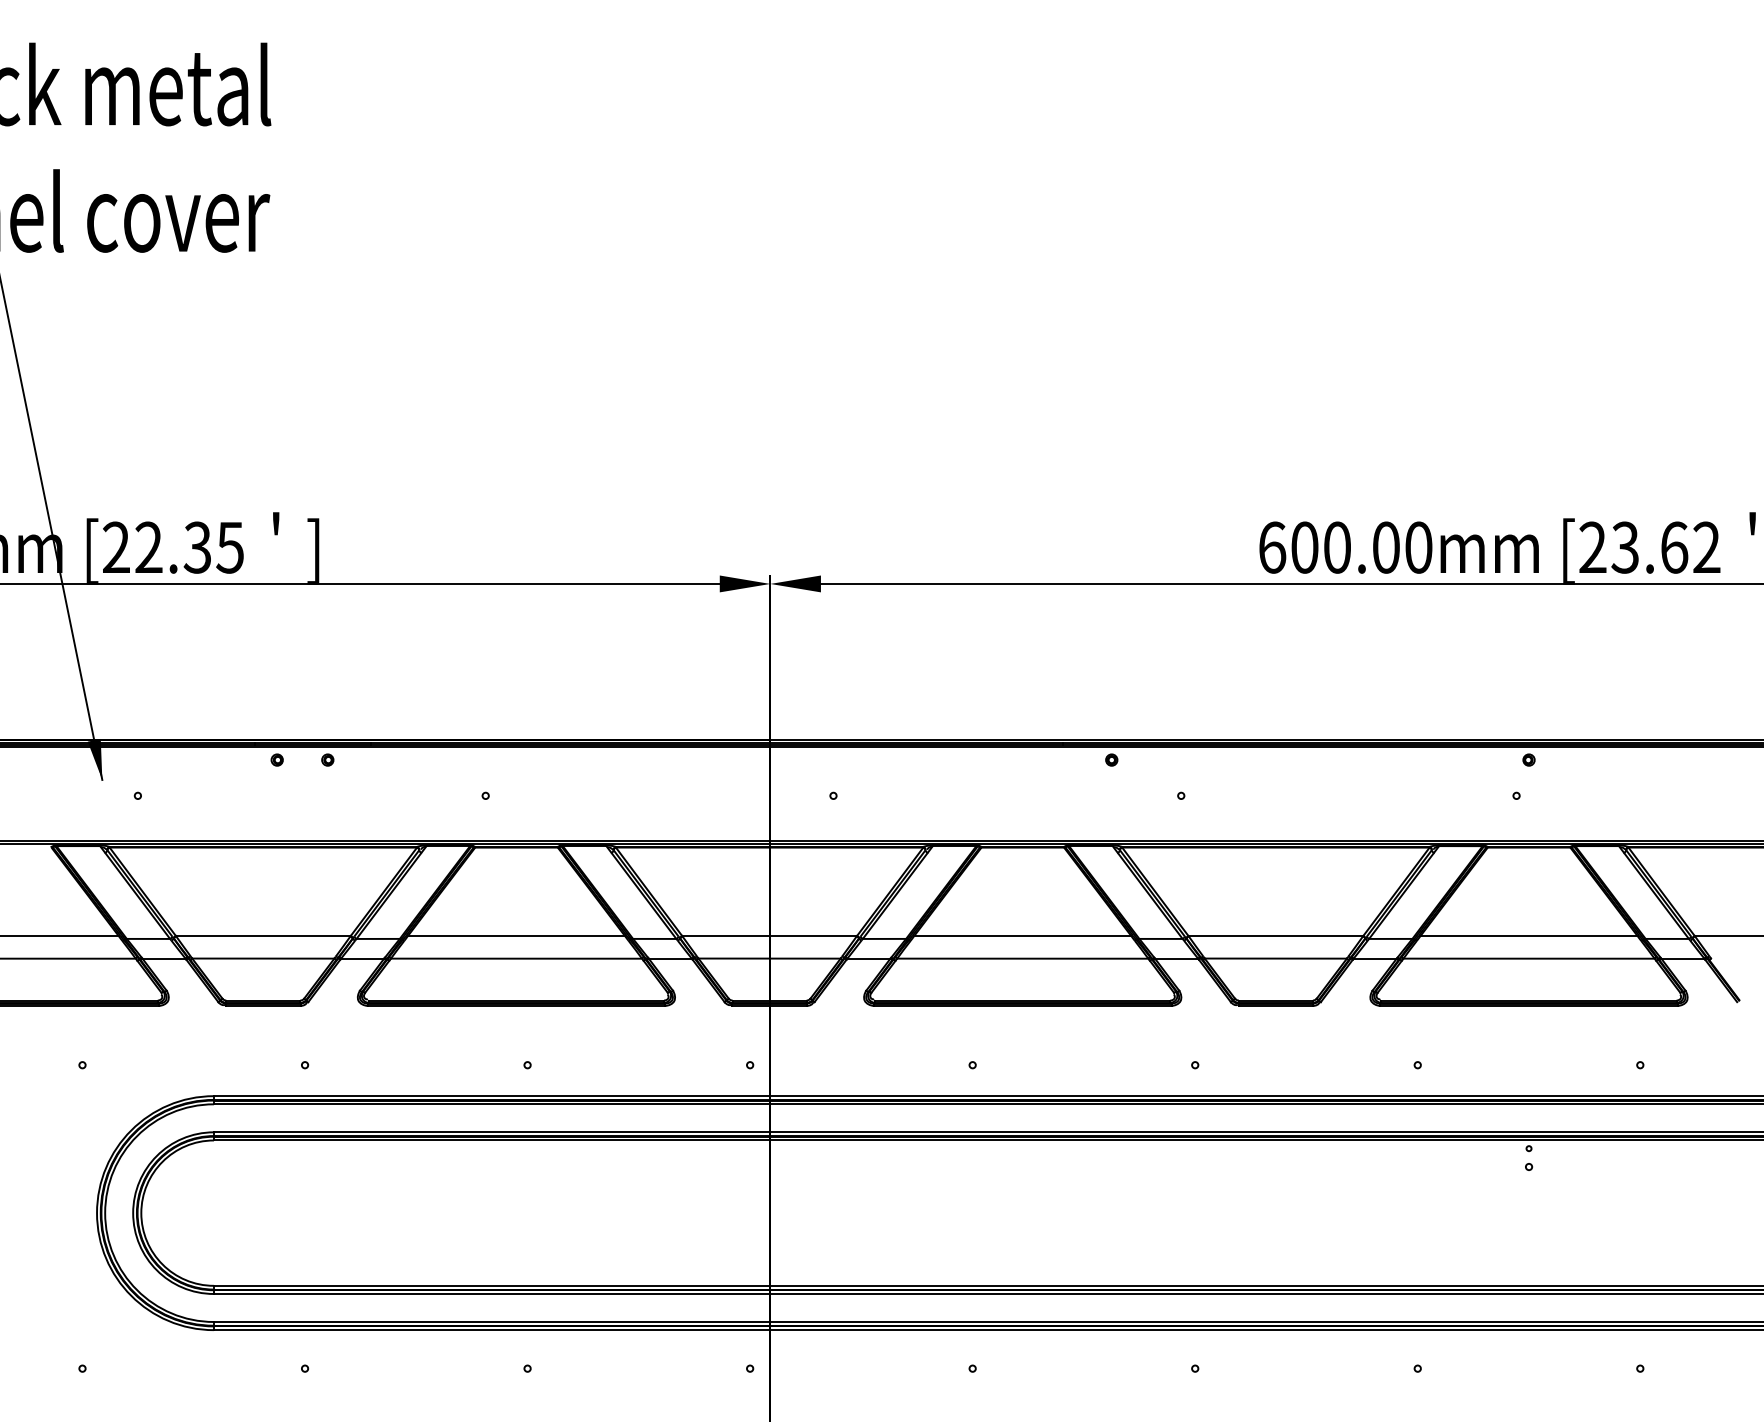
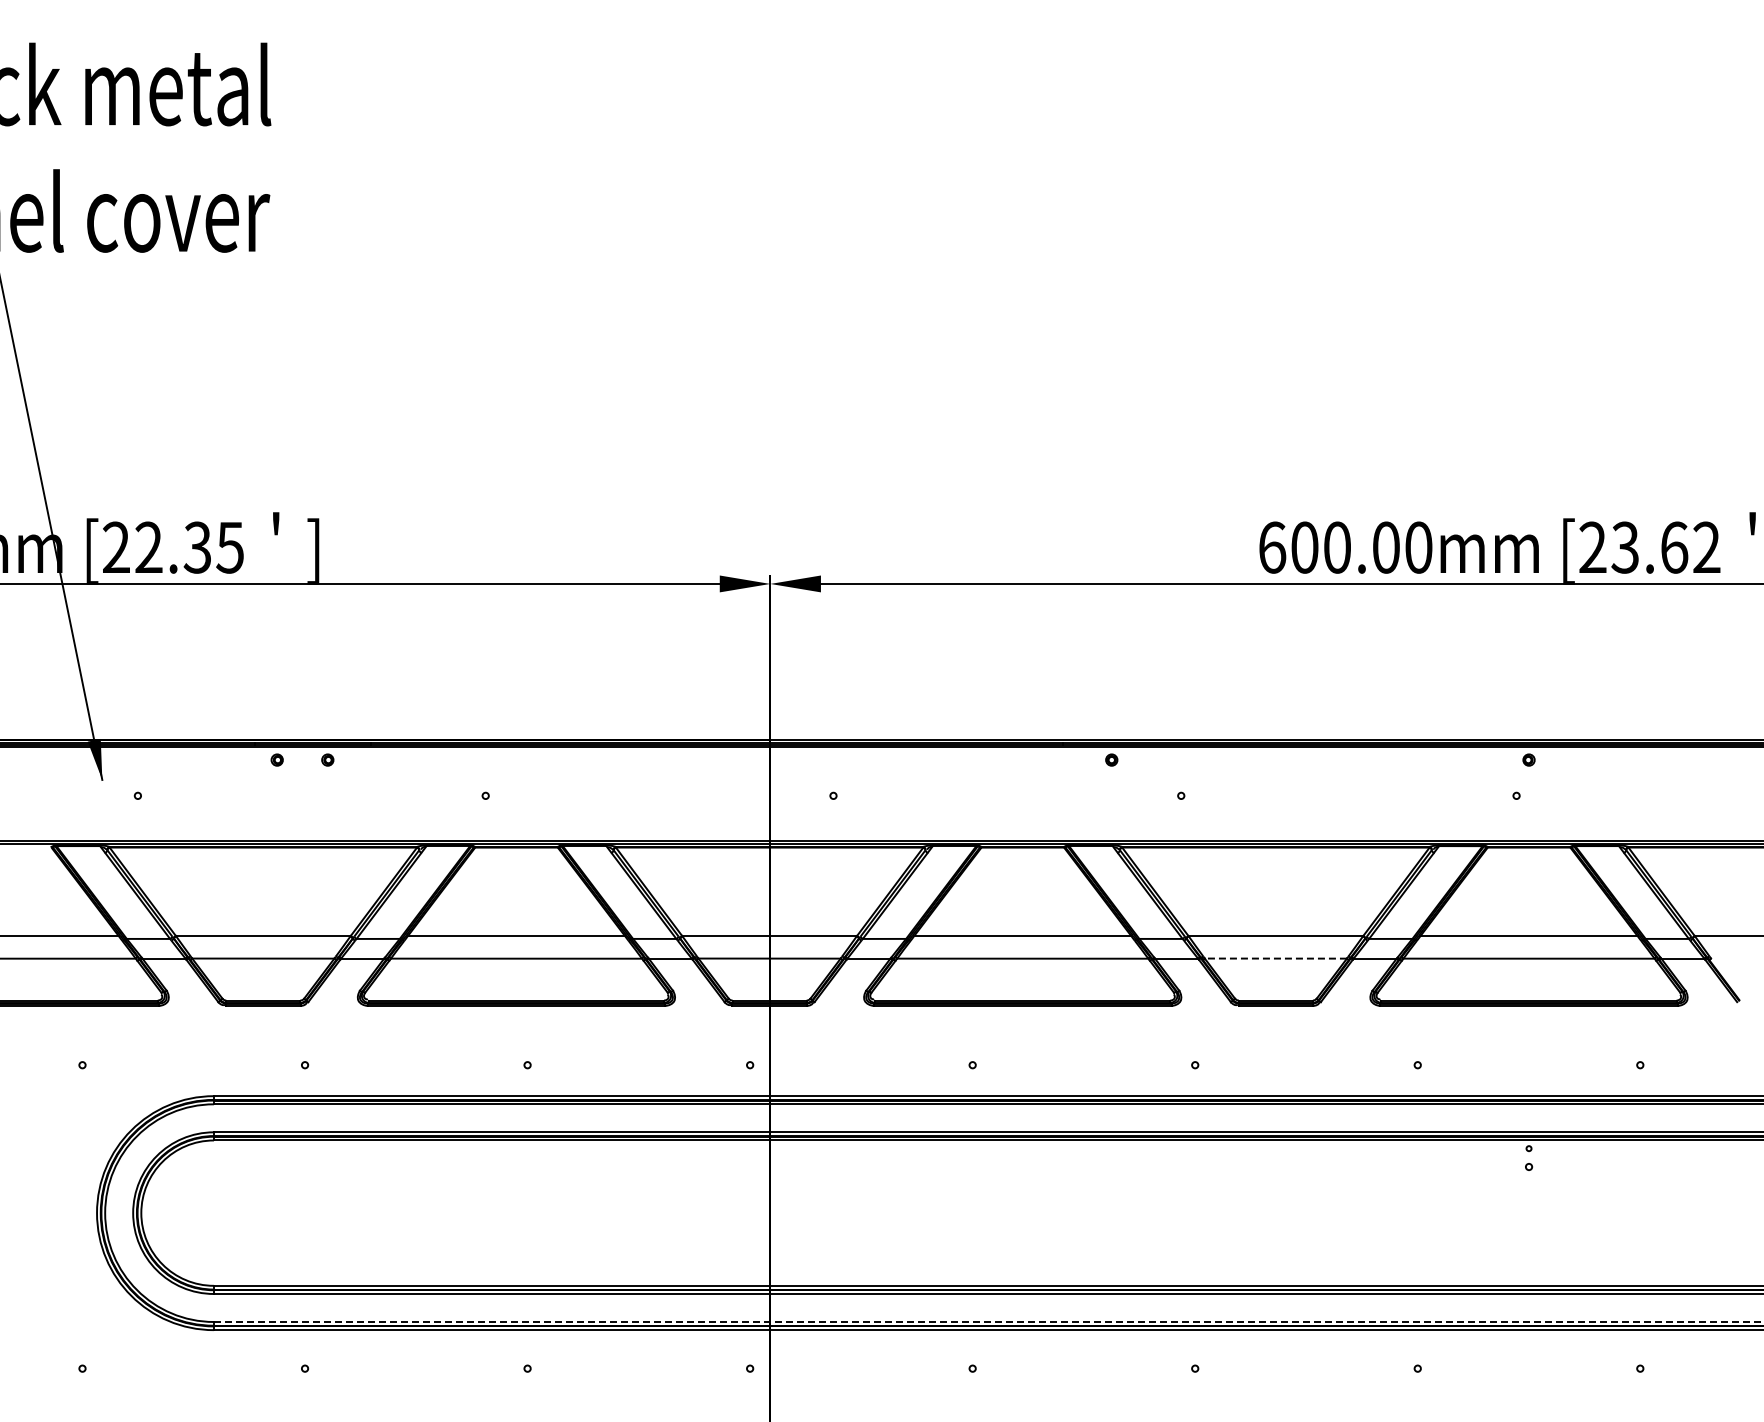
line at (1275, 958): solid -> dashed
line at (988, 1321): solid -> dashed
